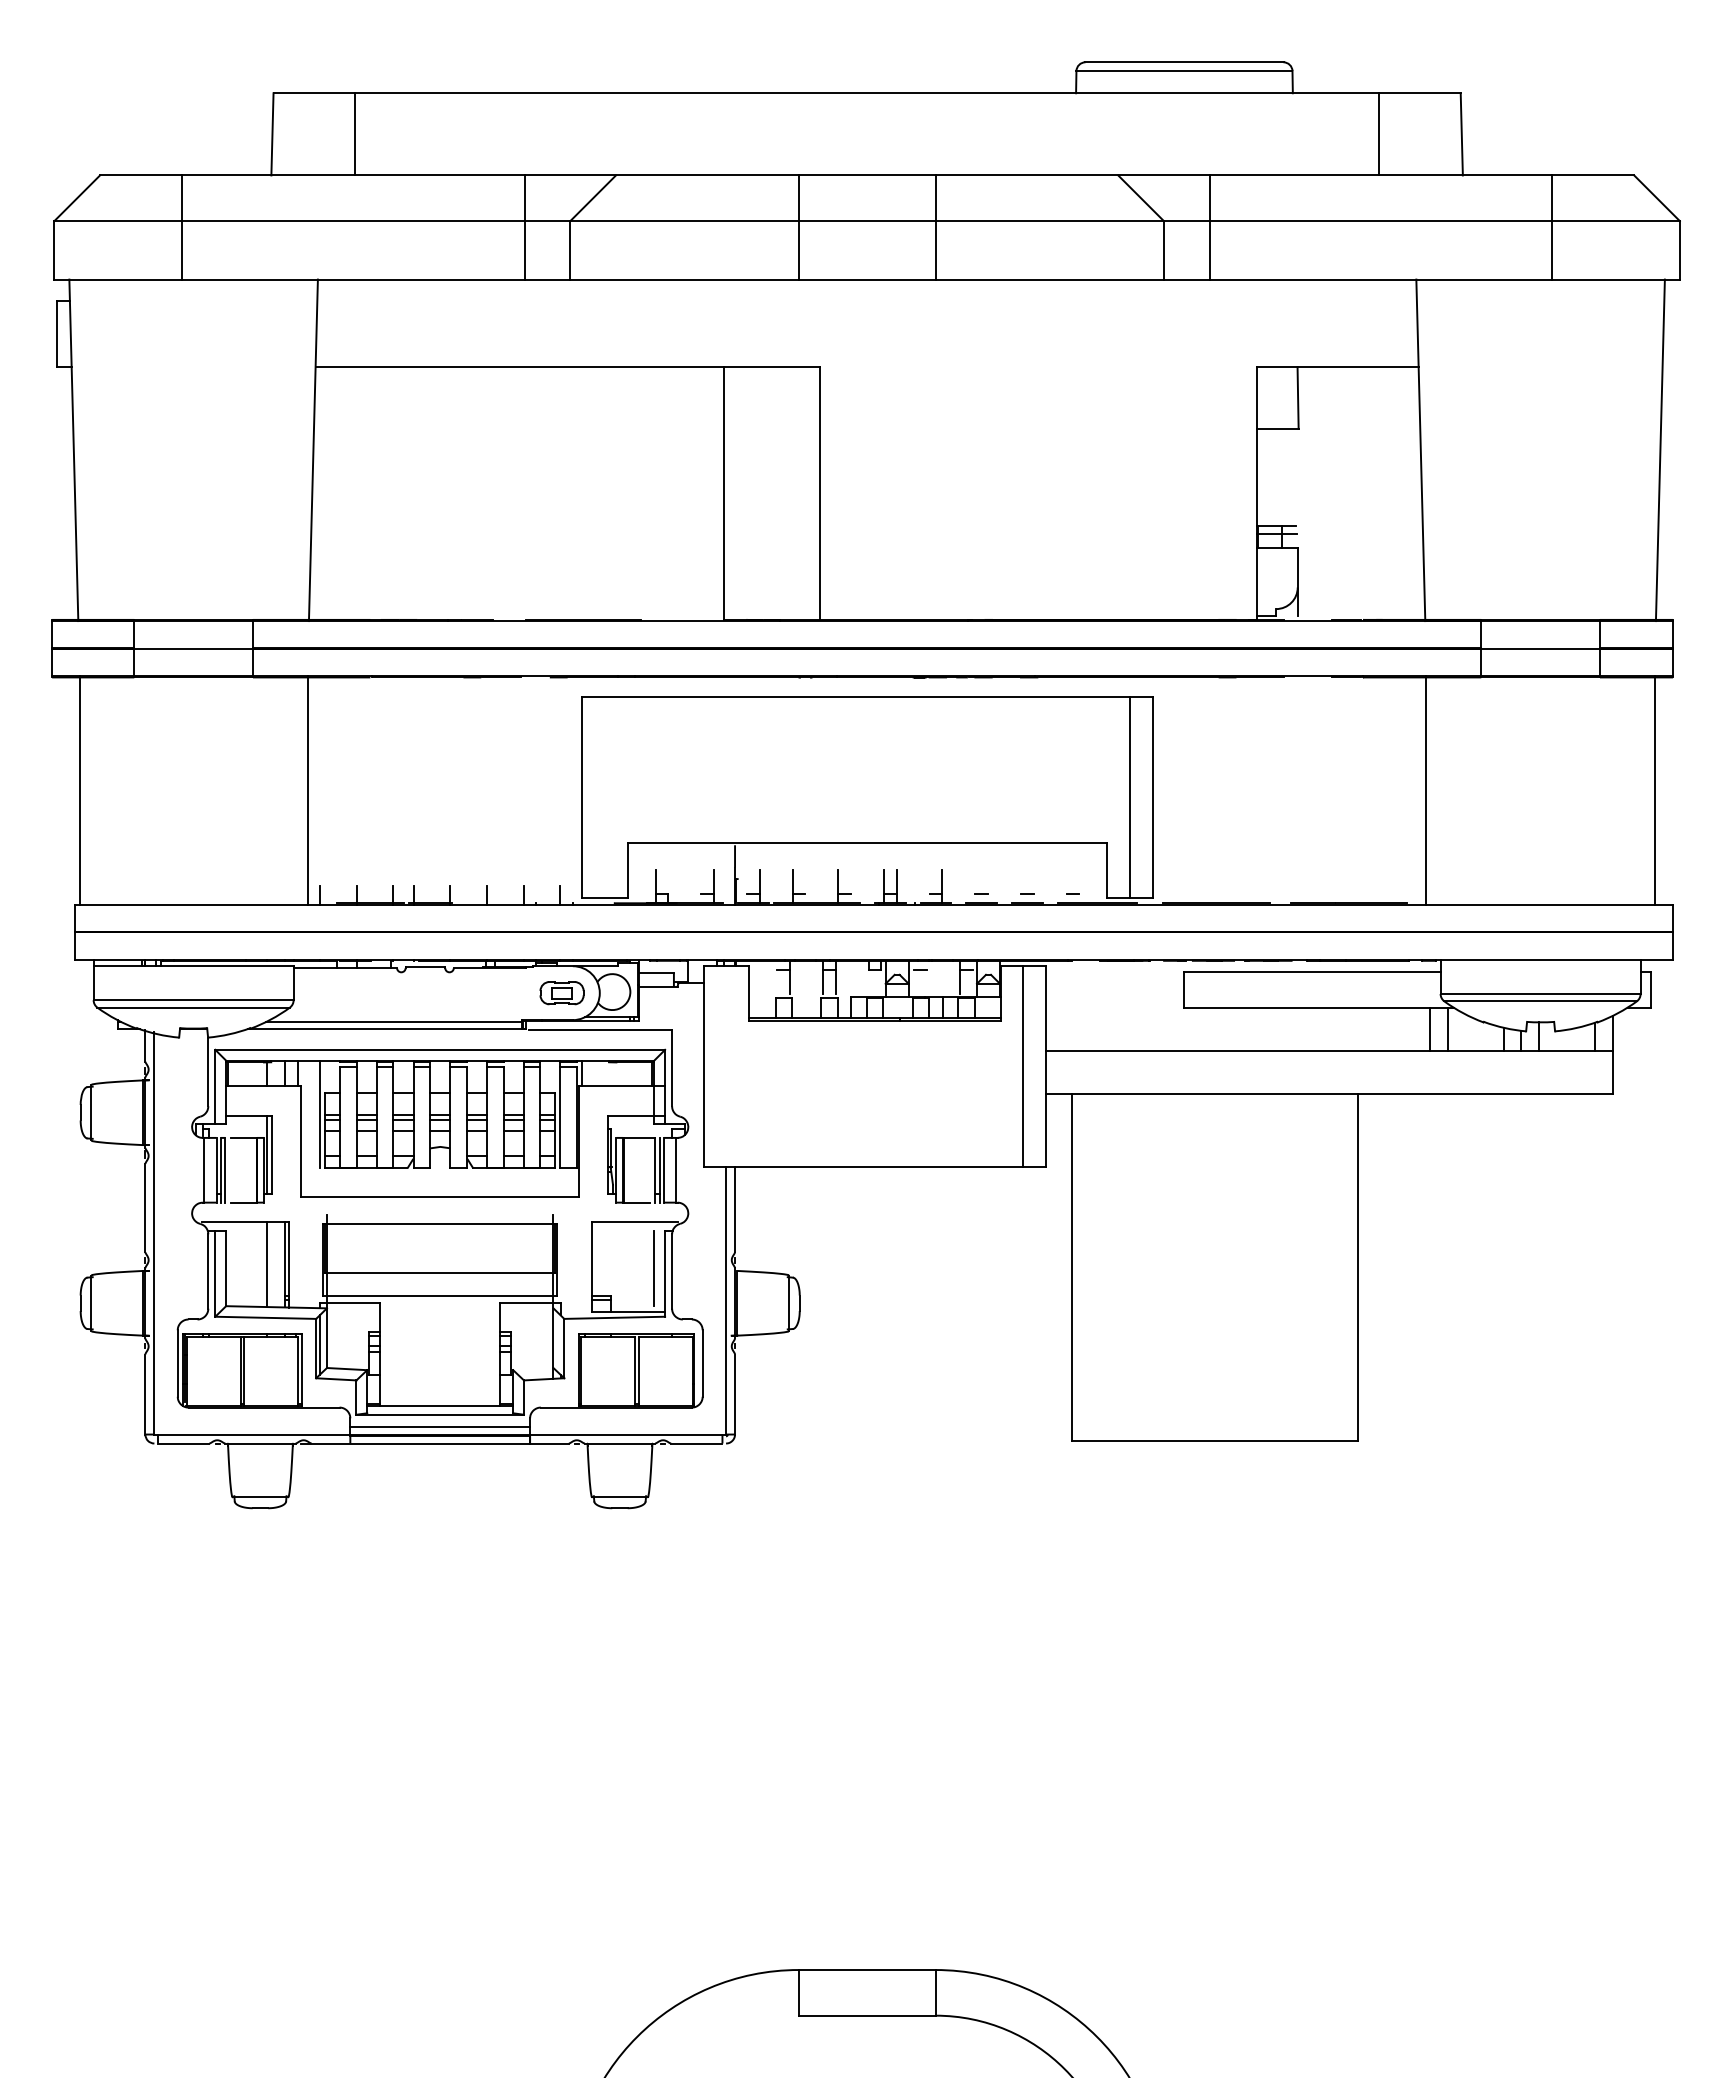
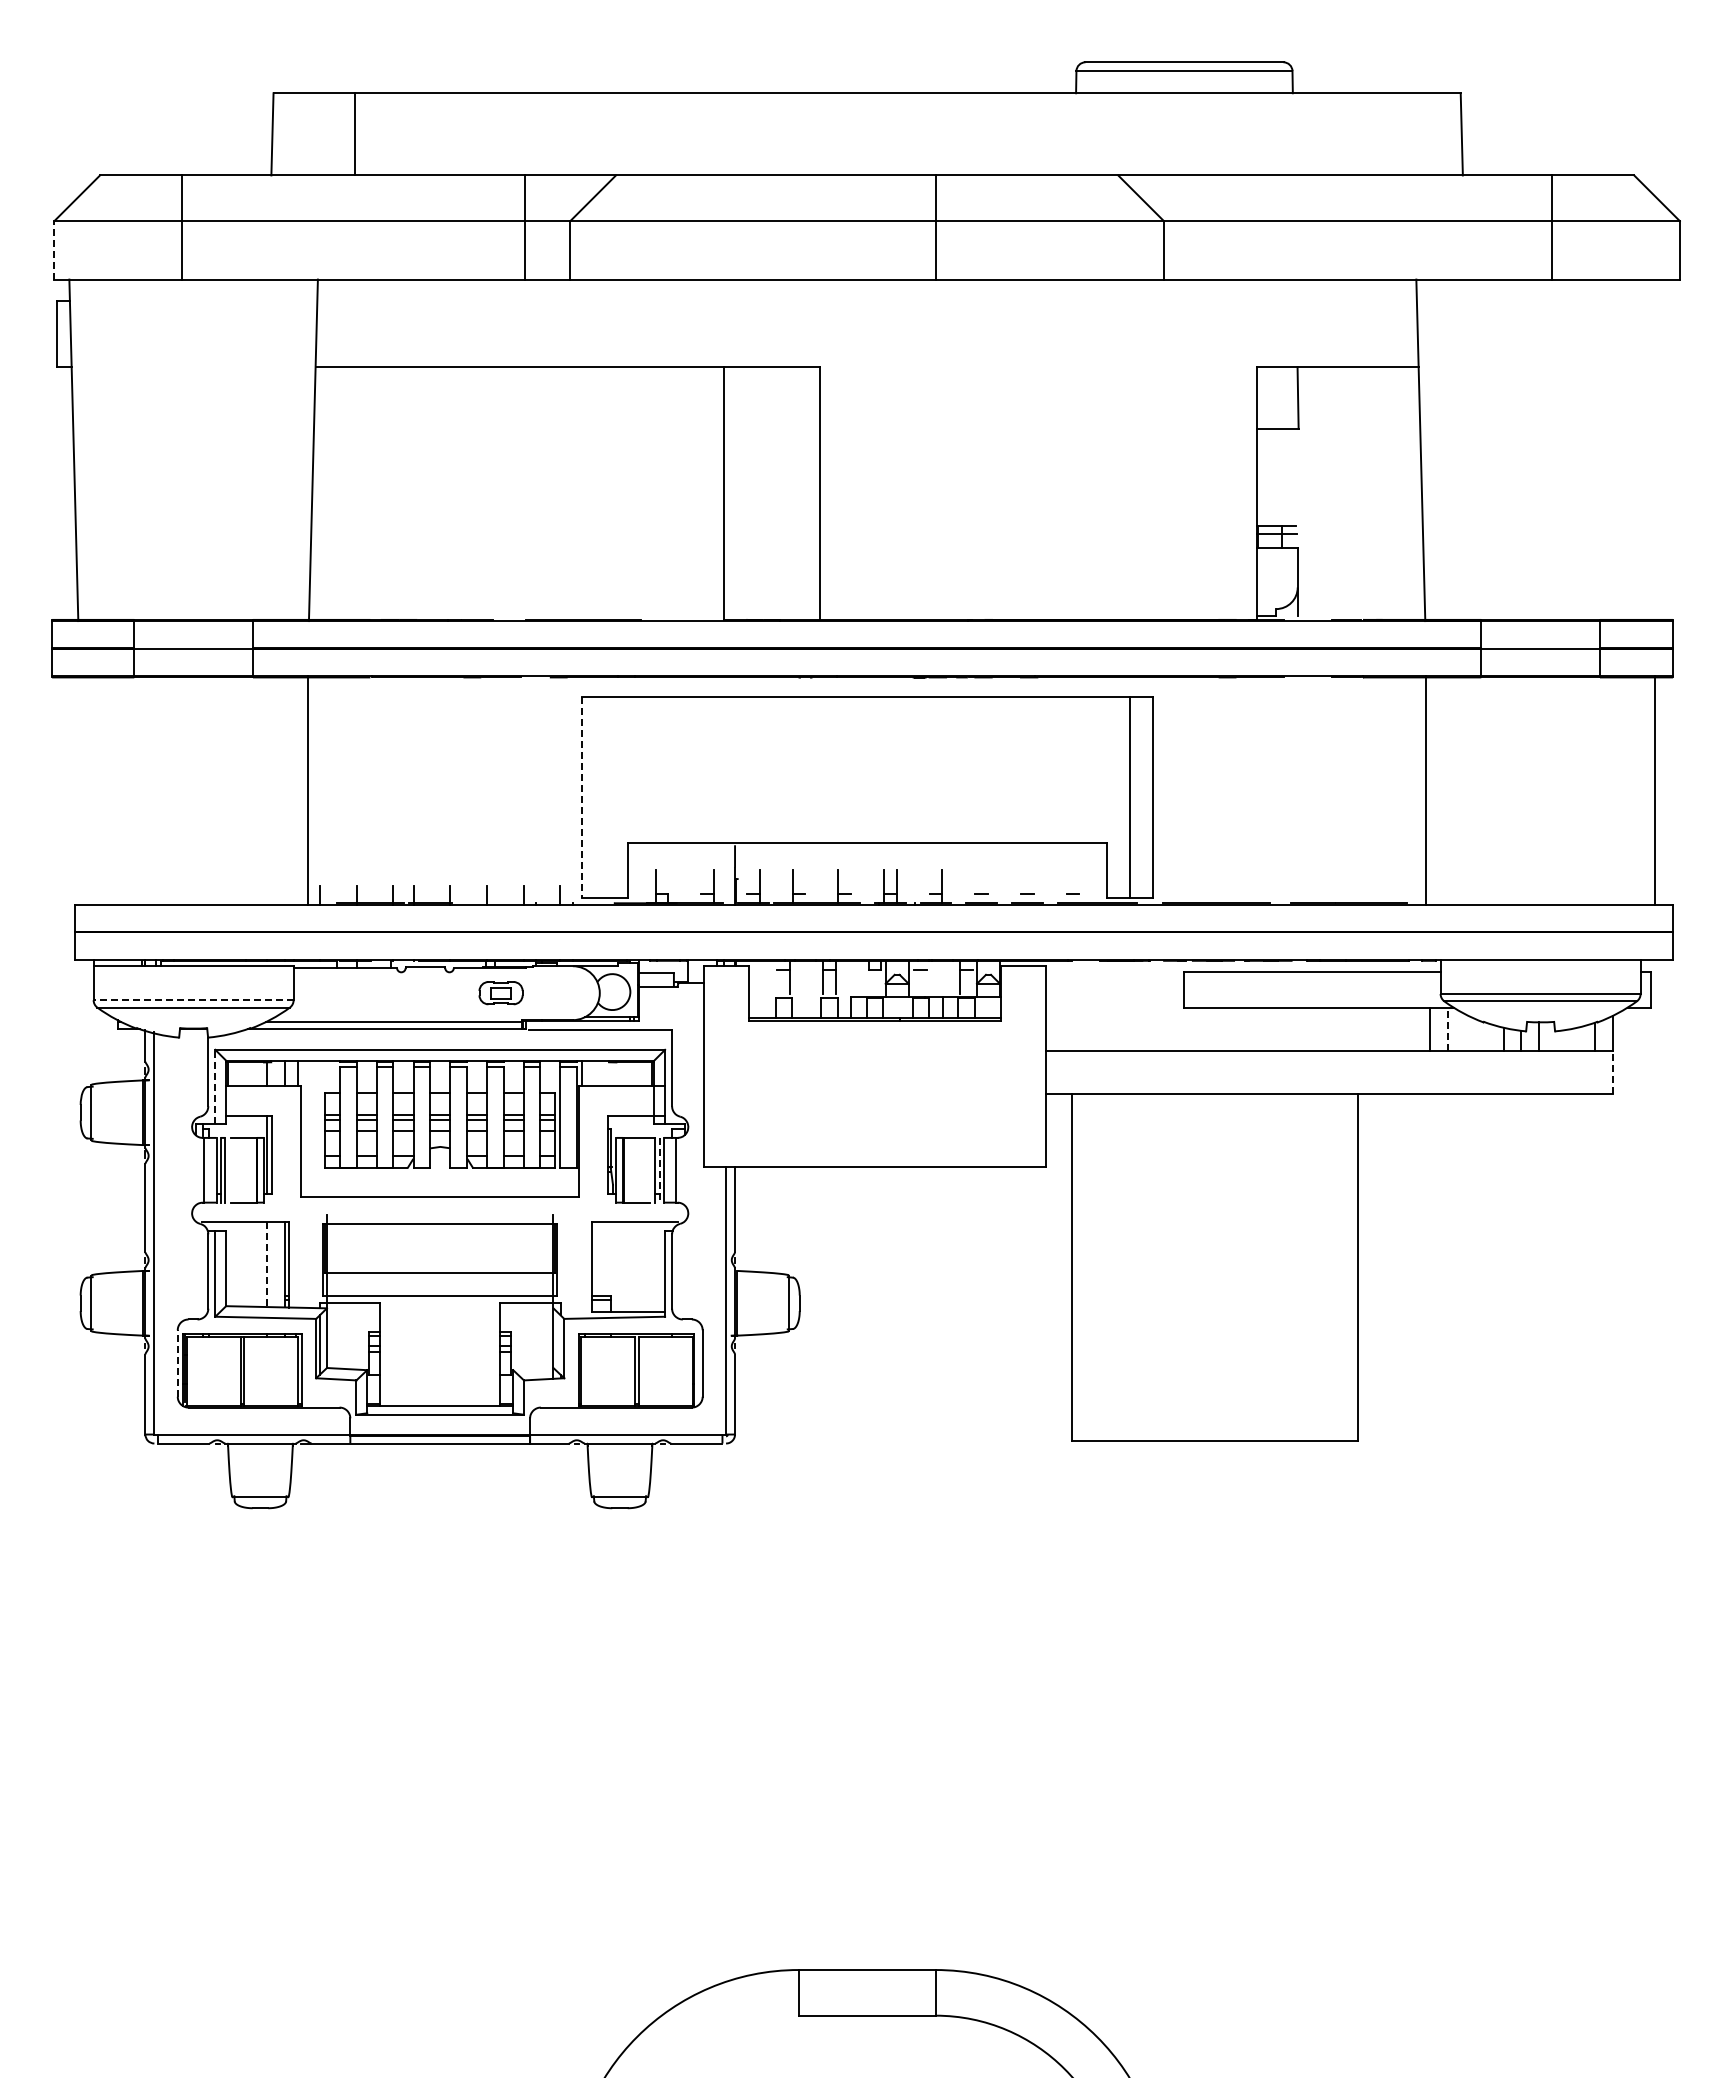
line at (1379, 134): present -> none
line at (798, 227): present -> none
line at (1209, 227): present -> none
line at (54, 249): solid -> dashed
line at (1659, 450): present -> none
line at (79, 790): present -> none
line at (582, 797): solid -> dashed
part at (561, 993) position: (561, 993) -> (500, 993)
line at (193, 1000): solid -> dashed
line at (1448, 1029): solid -> dashed
line at (1023, 1066): present -> none
line at (1613, 1072): solid -> dashed
line at (215, 1086): solid -> dashed
line at (320, 1114): present -> none
line at (659, 1170): solid -> dashed
line at (266, 1265): solid -> dashed
line at (654, 1268): present -> none
line at (177, 1363): solid -> dashed
line at (440, 1427): present -> none
